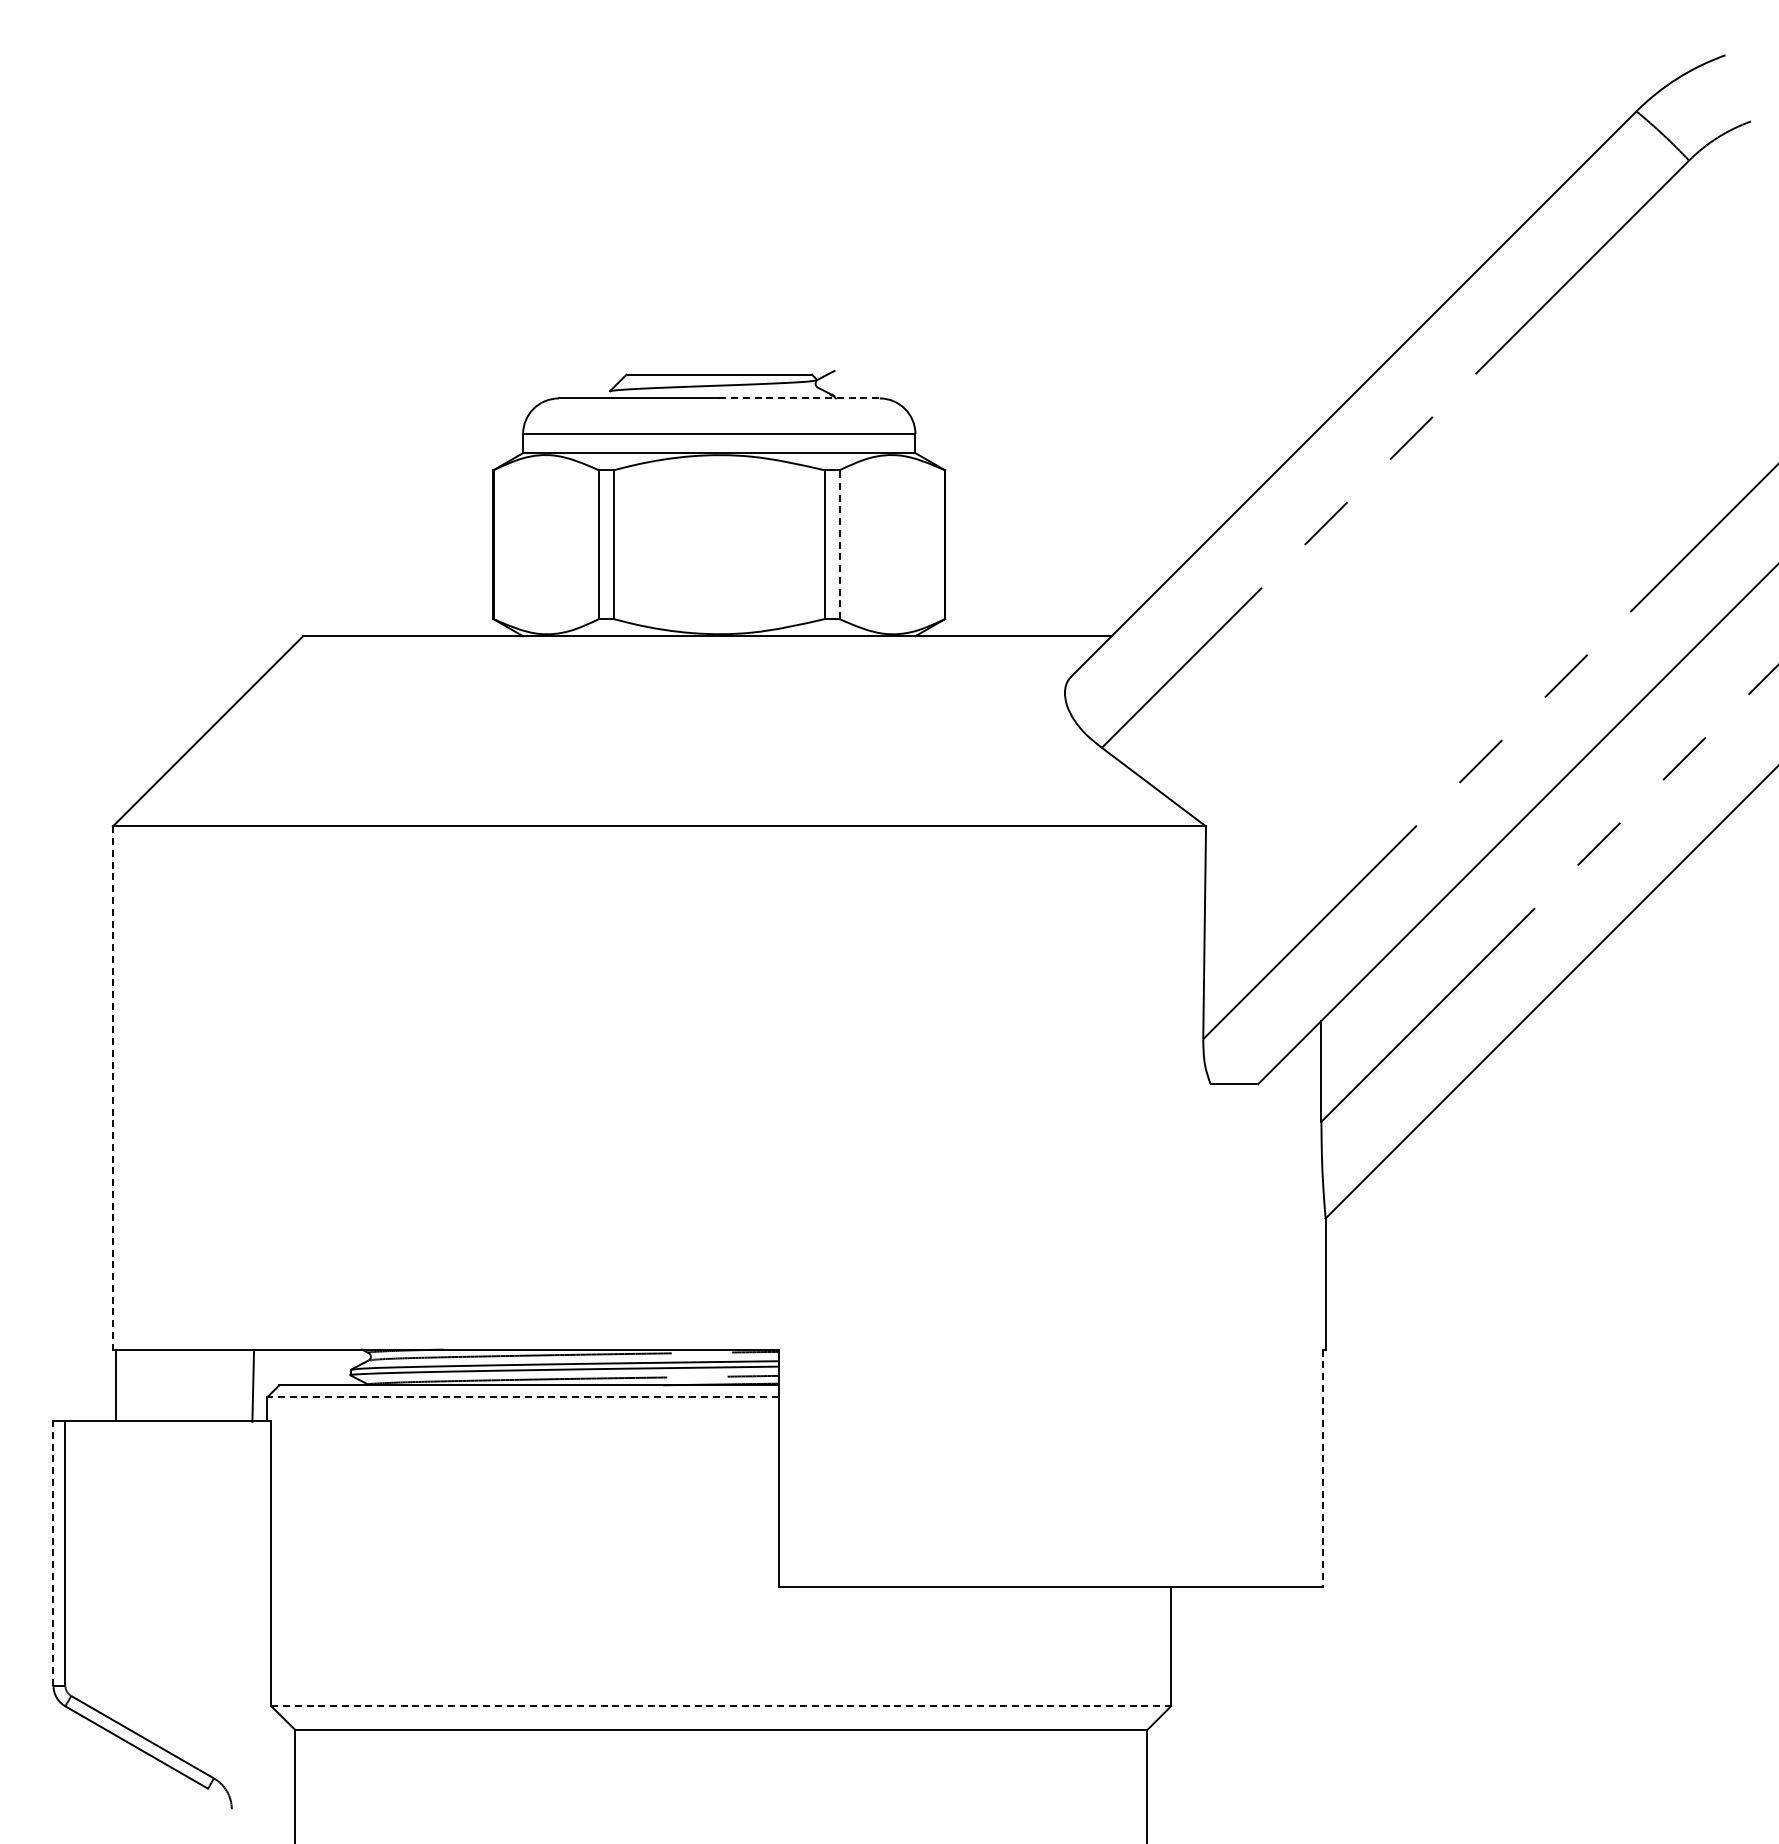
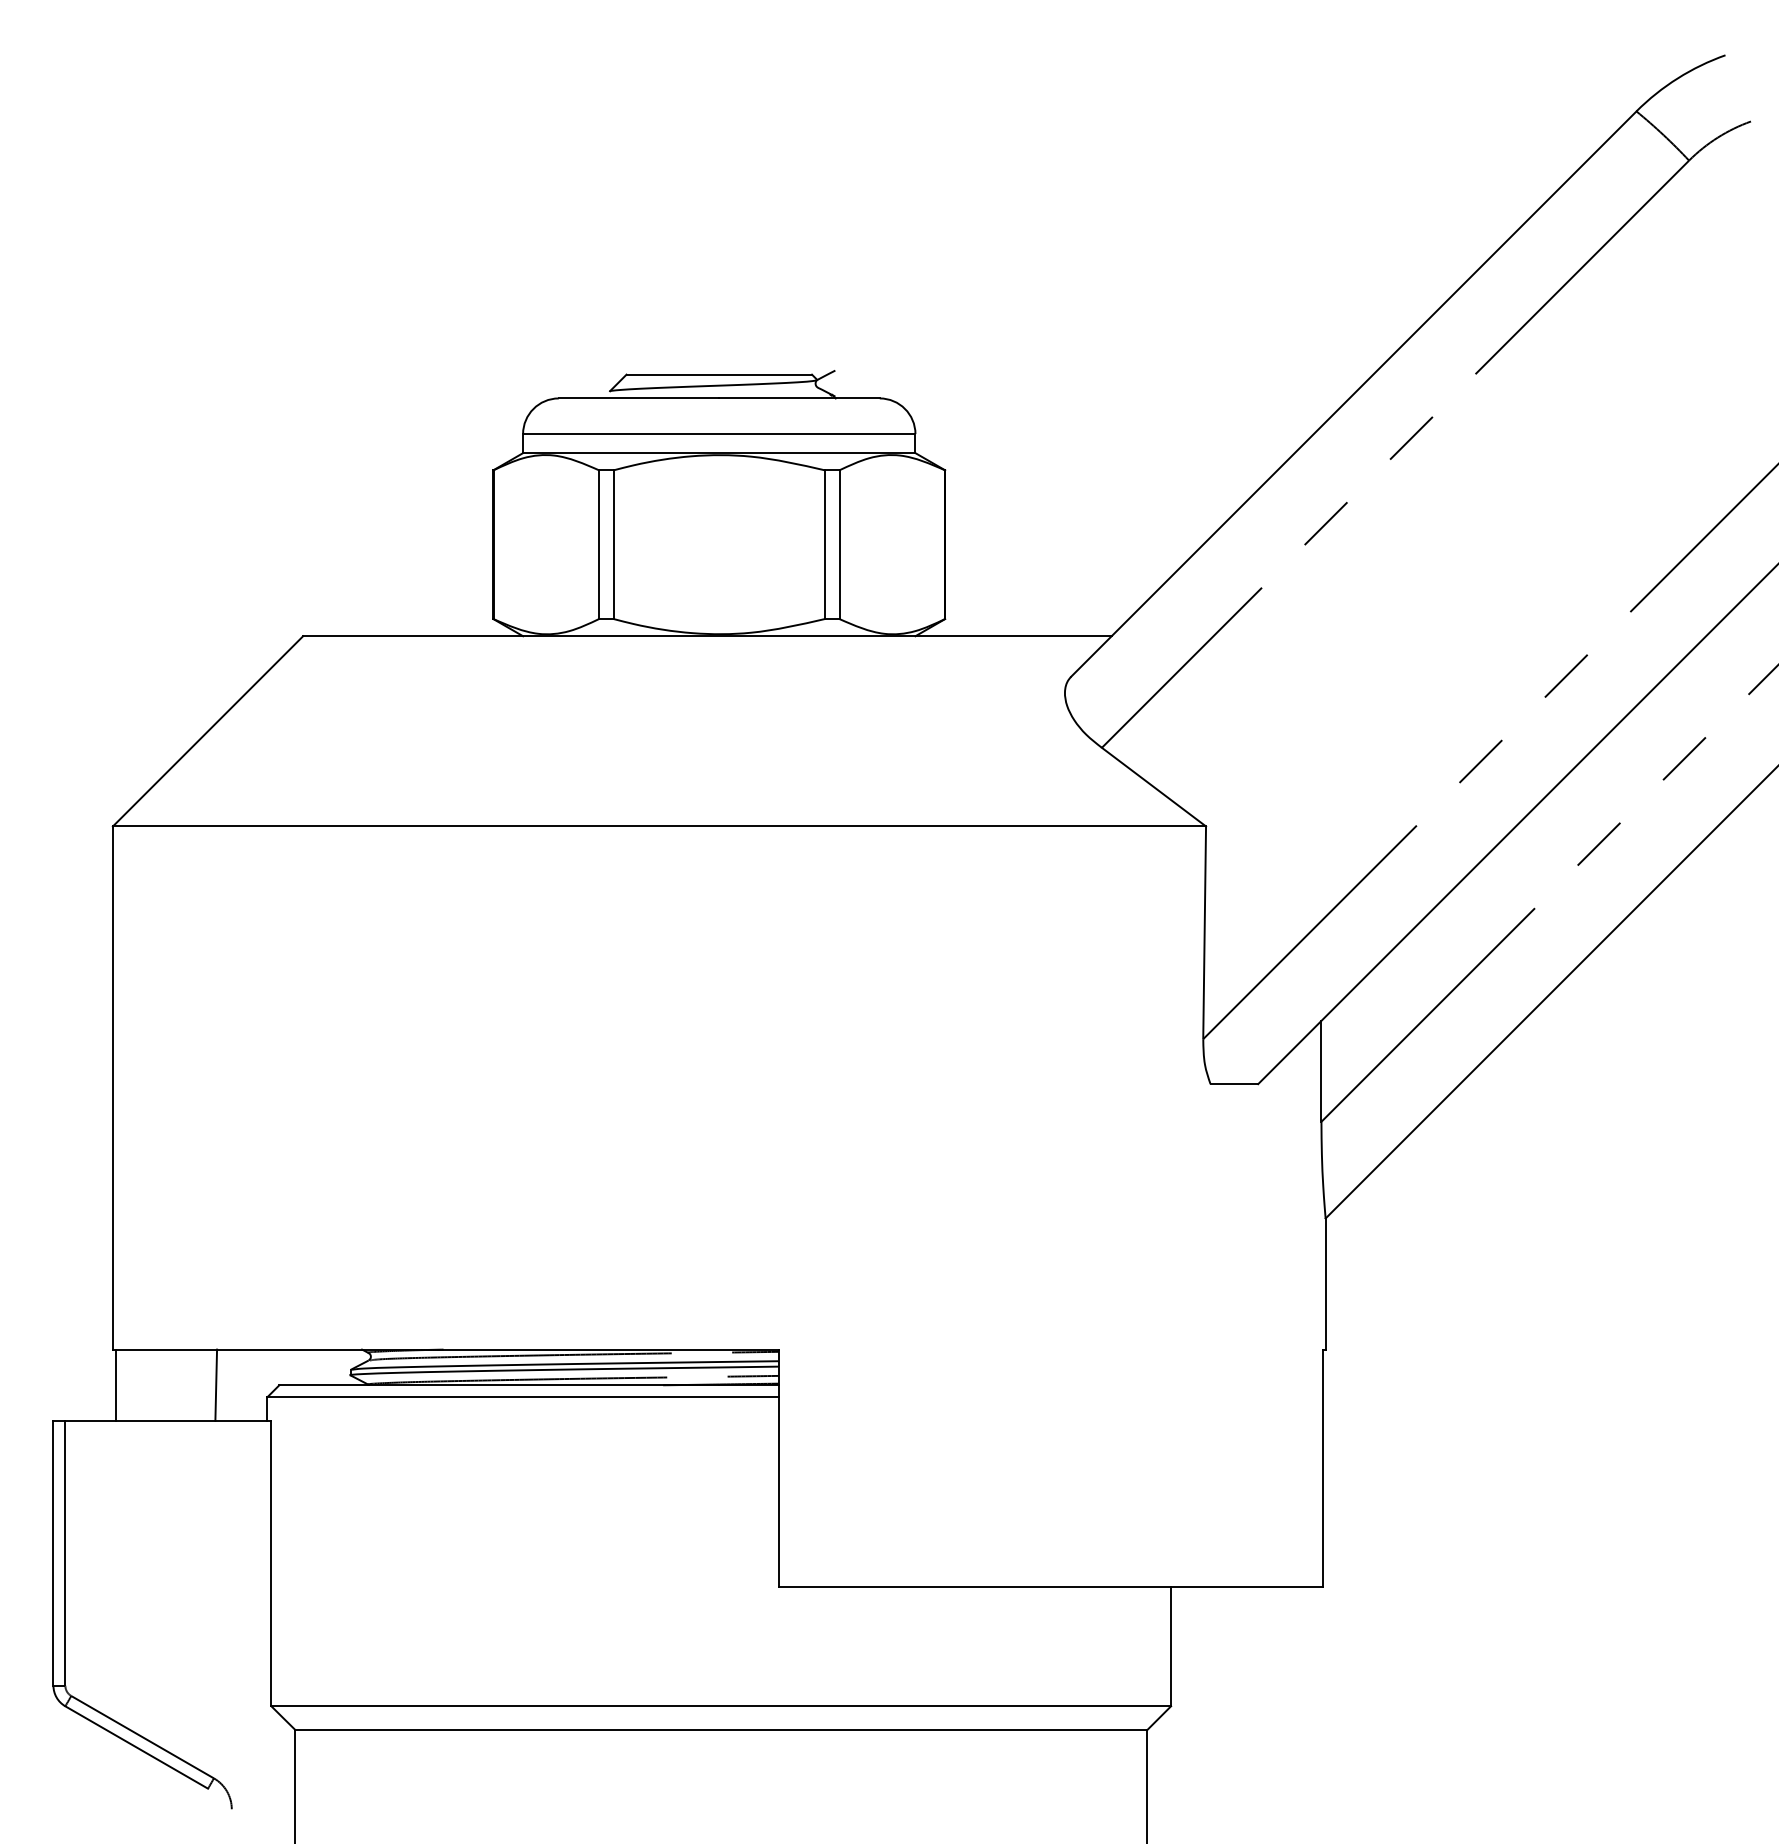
line at (800, 398): dashed -> solid
line at (839, 544): dashed -> solid
line at (112, 1088): dashed -> solid
line at (253, 1385) position: (253, 1385) -> (216, 1384)
line at (523, 1397): dashed -> solid
line at (1322, 1468): dashed -> solid
line at (53, 1552): dashed -> solid
line at (721, 1706): dashed -> solid
